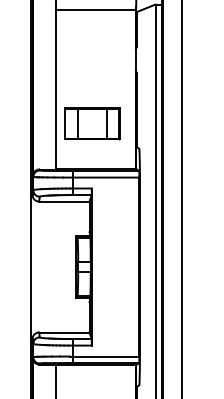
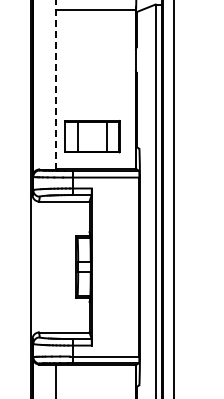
line at (56, 84): solid -> dashed
part at (92, 123) position: (92, 123) -> (92, 136)
line at (182, 198) position: (182, 198) -> (174, 198)
